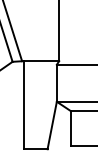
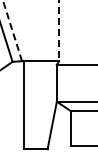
line at (12, 30): solid -> dashed
line at (59, 31): solid -> dashed
